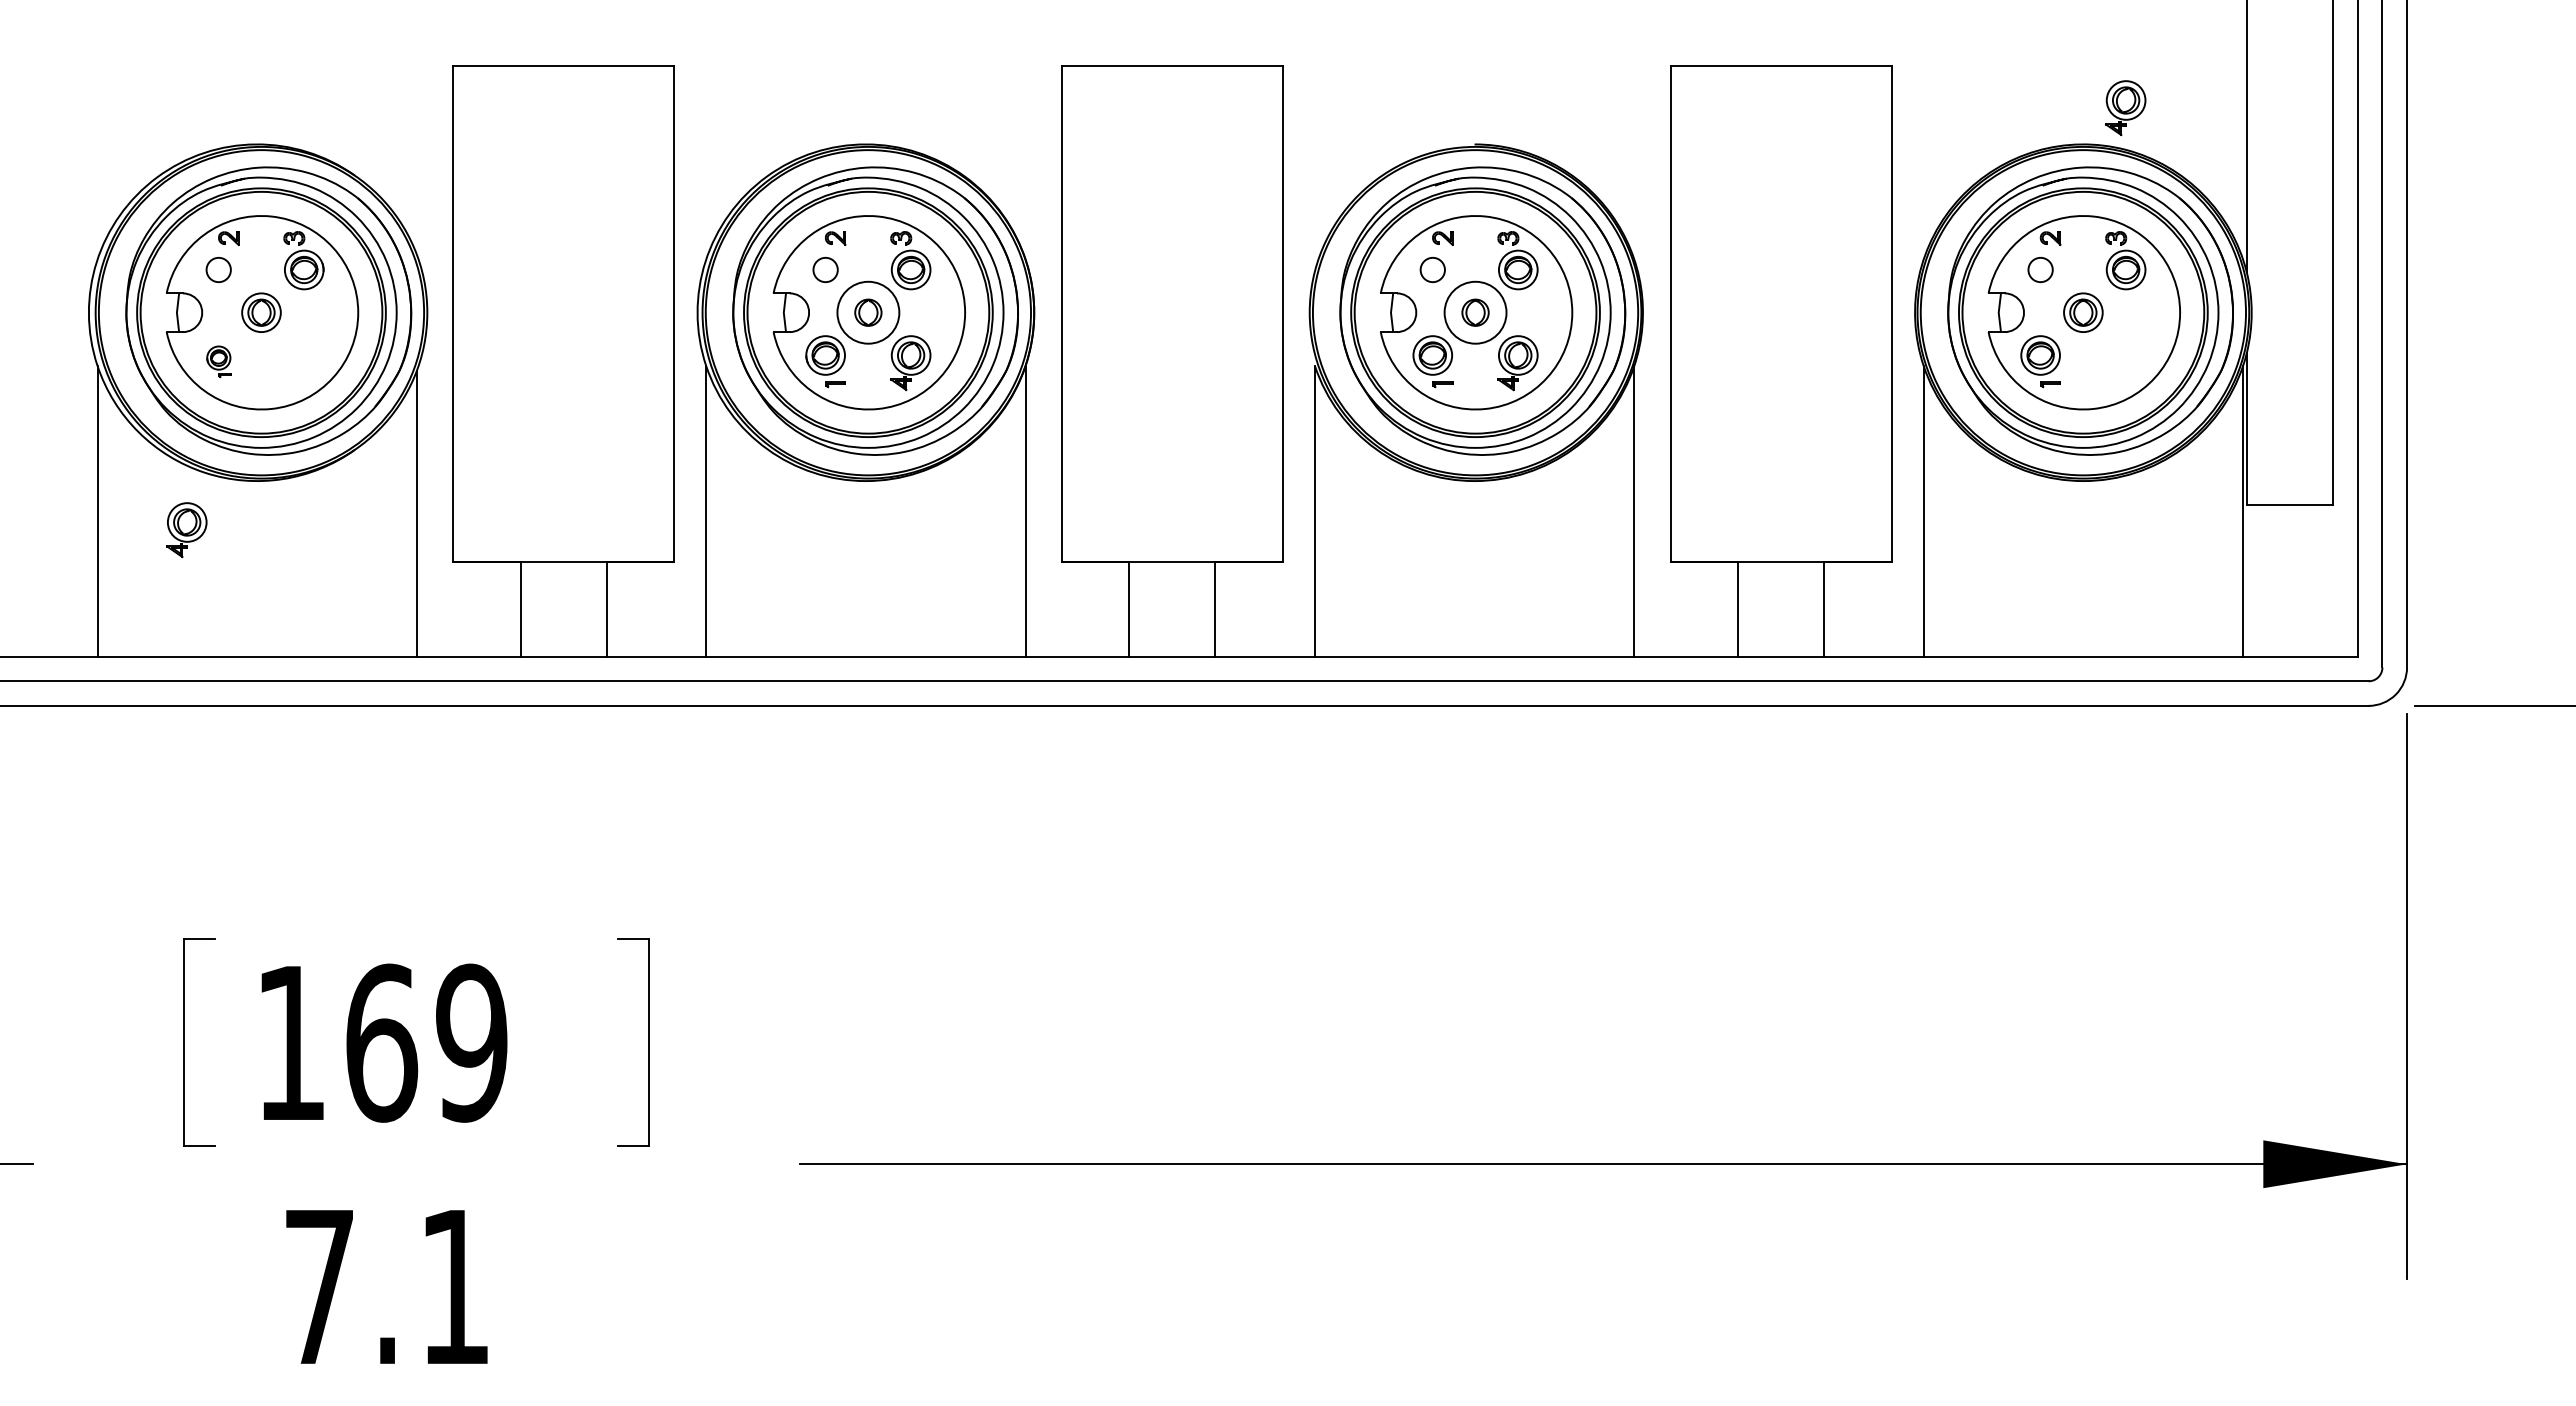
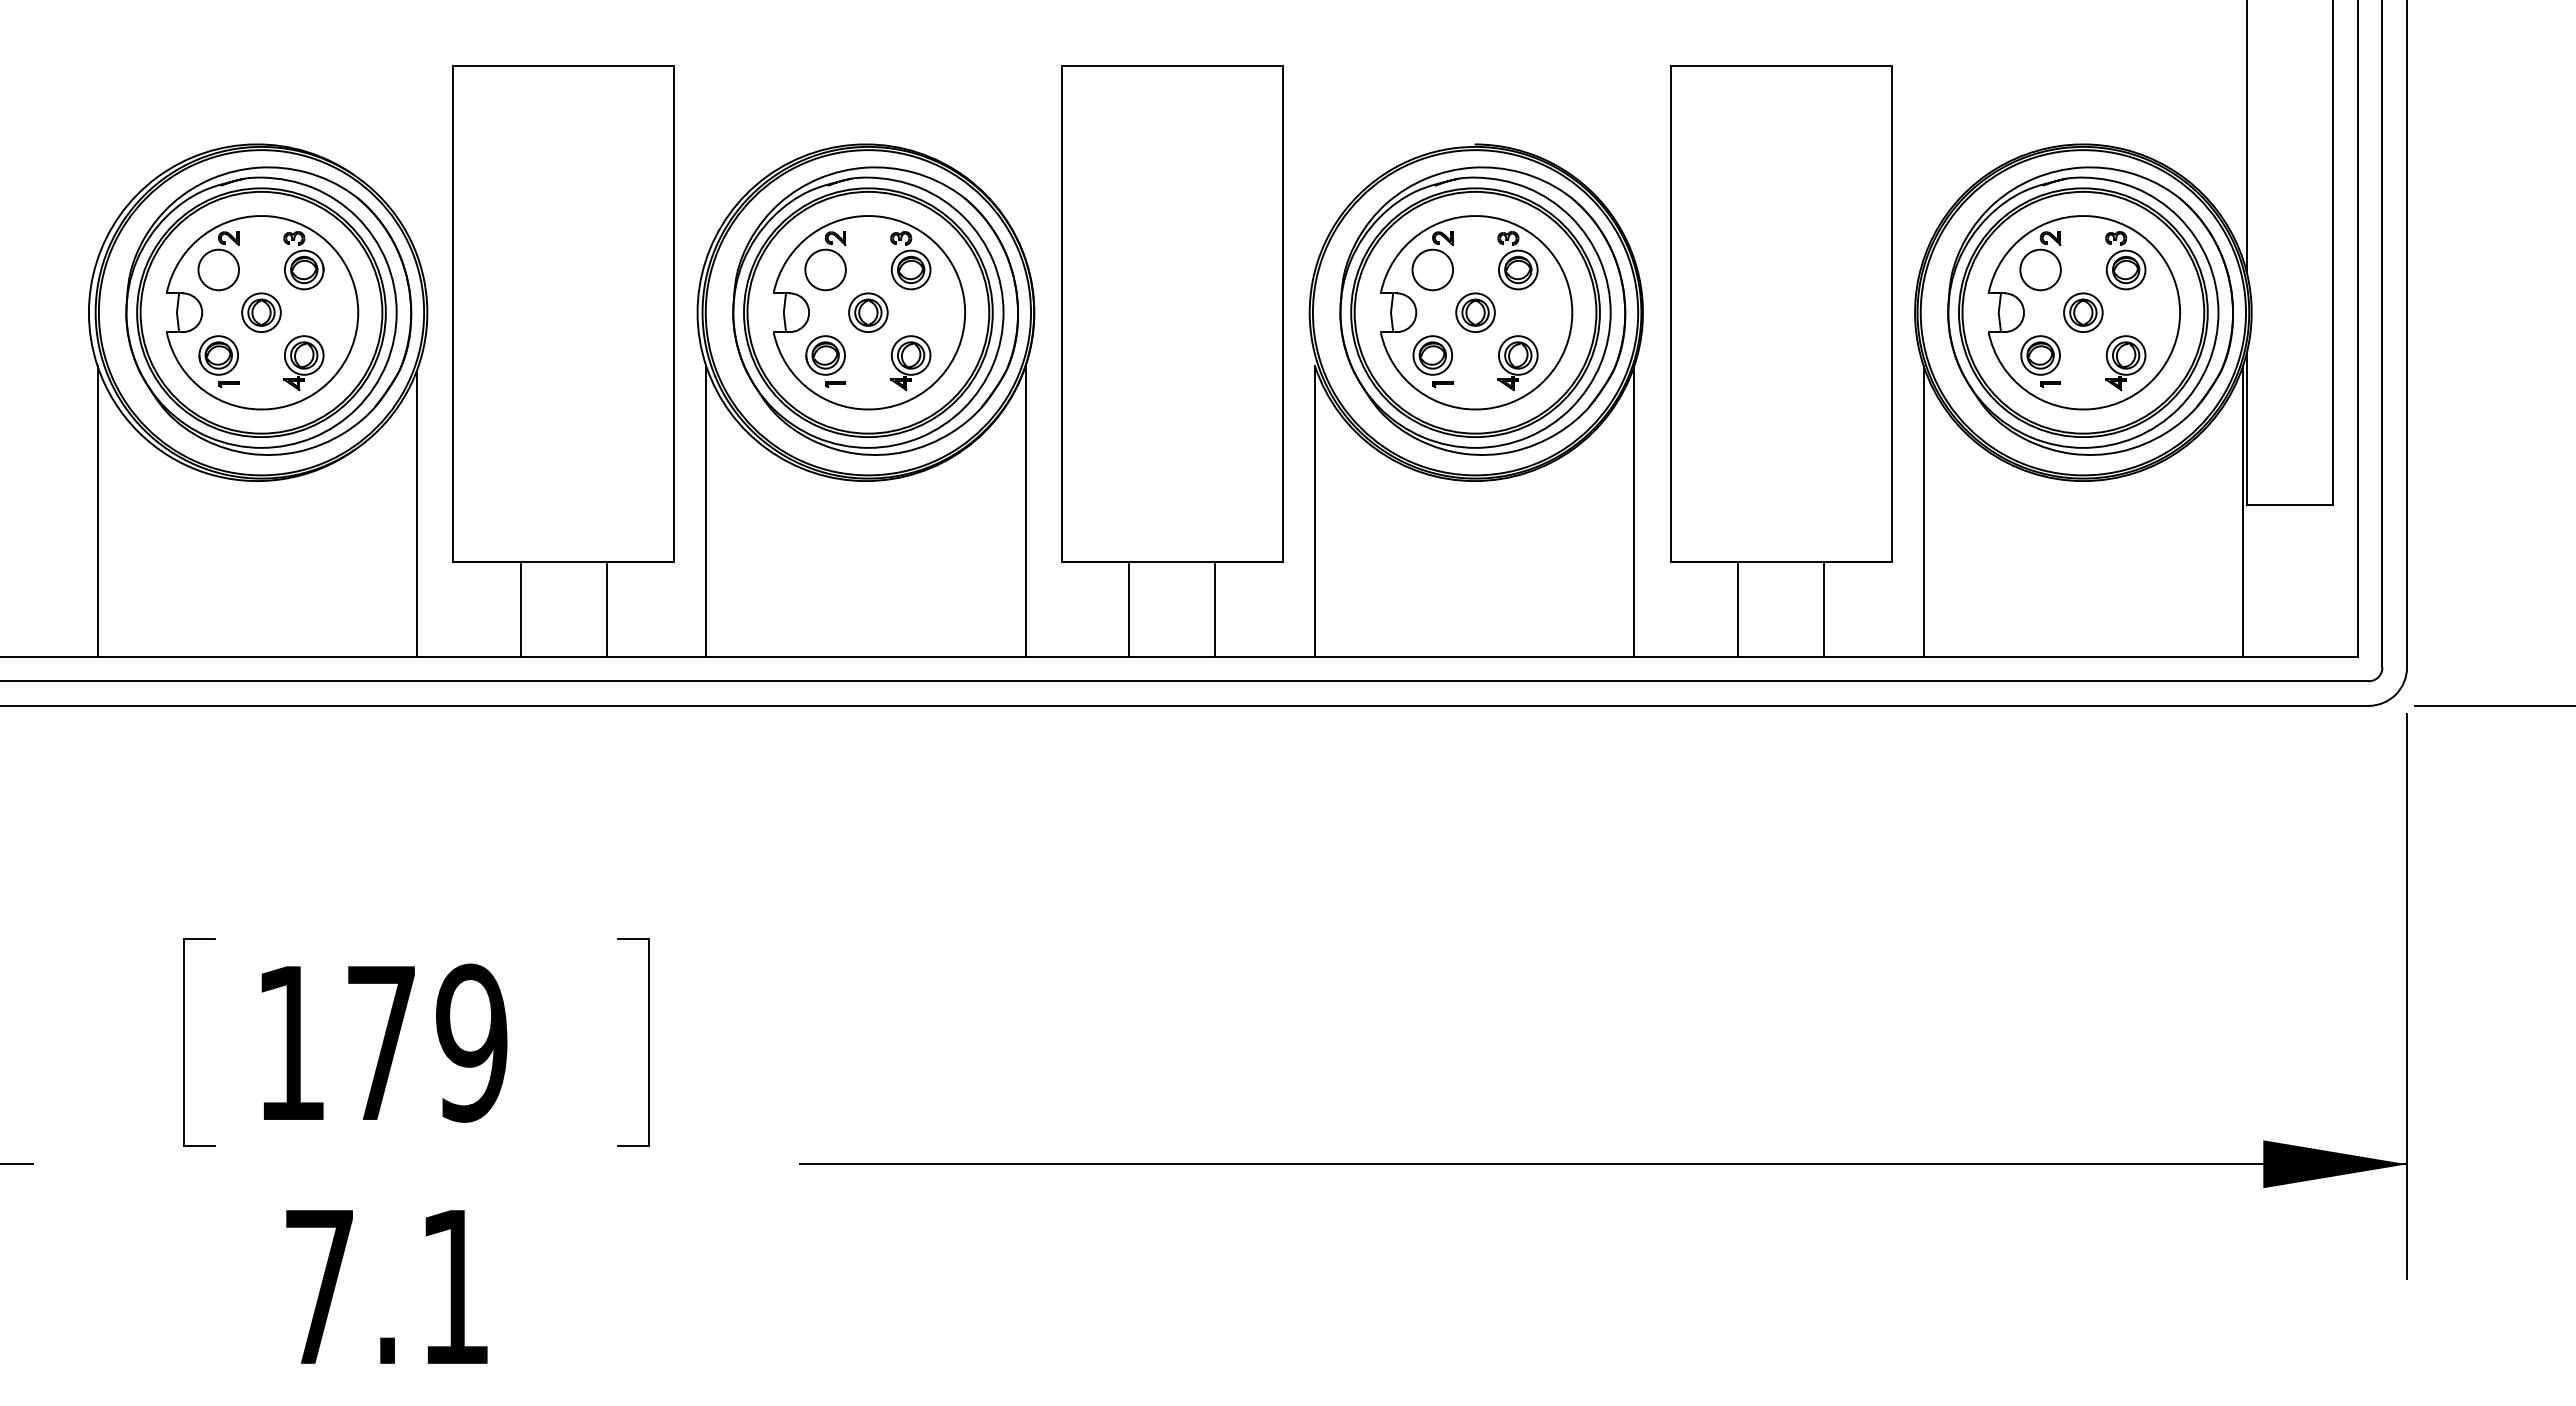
part at (2125, 108) position: (2125, 108) -> (2125, 363)
circle at (218, 269) diameter: 24 px -> 41 px
circle at (825, 269) diameter: 24 px -> 41 px
circle at (1432, 269) diameter: 24 px -> 41 px
circle at (2040, 269) diameter: 24 px -> 41 px
circle at (868, 312) diameter: 62 px -> 39 px
circle at (1475, 312) diameter: 62 px -> 39 px
part at (218, 361) size: 26x34 px -> 42x54 px
part at (186, 530) position: (186, 530) -> (303, 363)
text at (382, 1042): 169 -> 179
